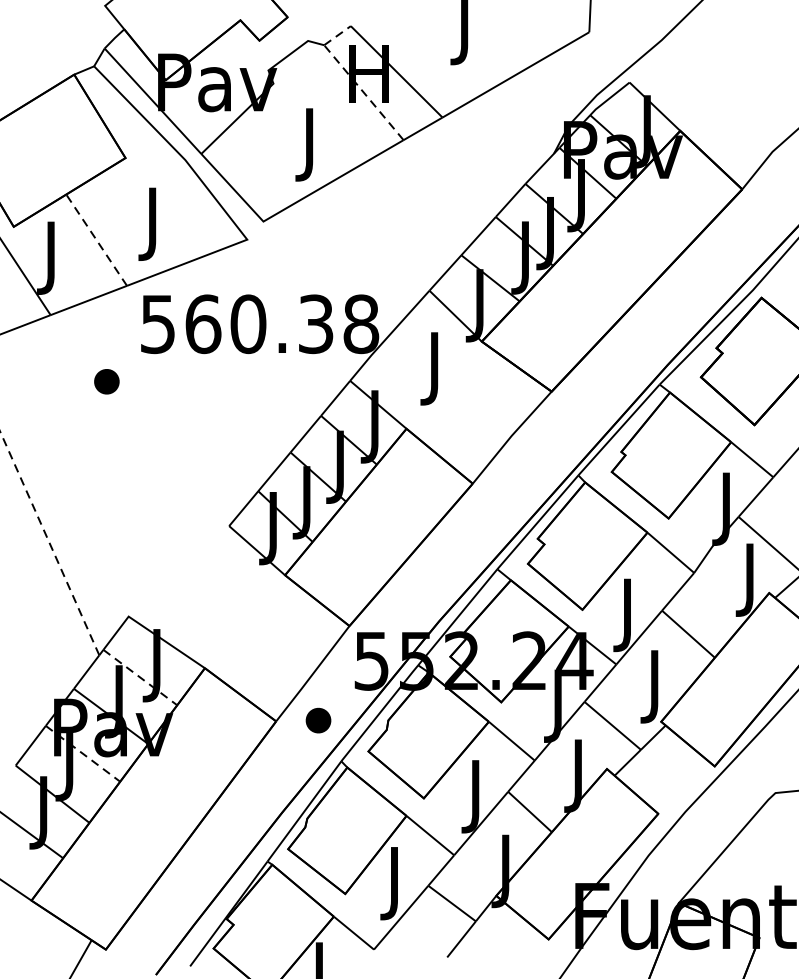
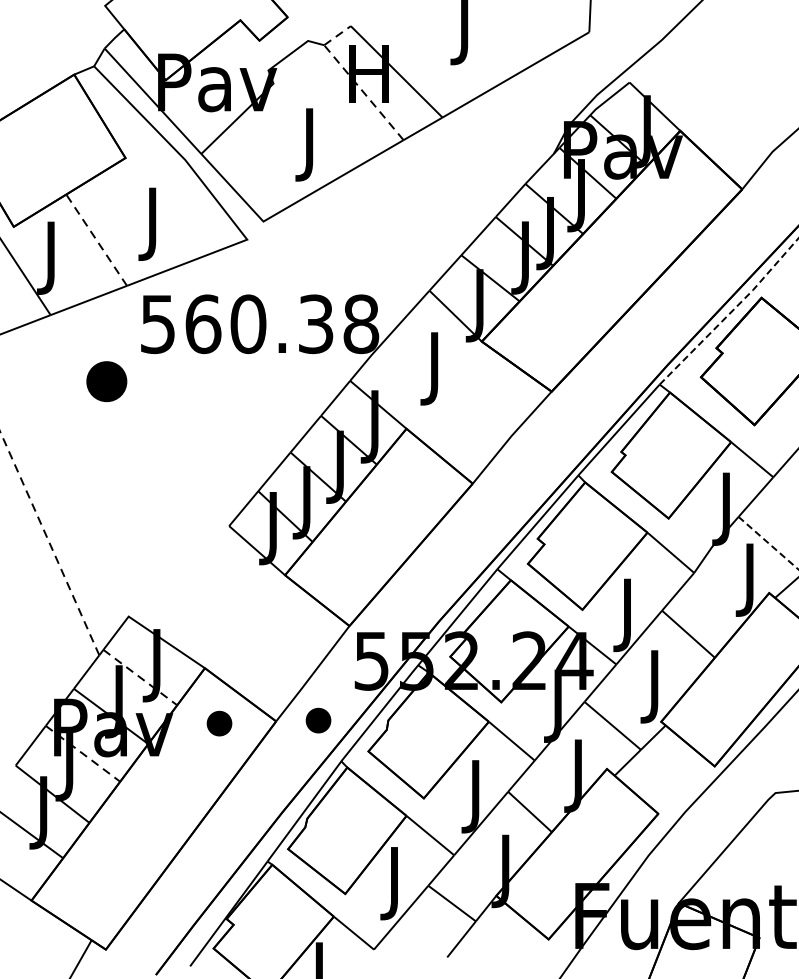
line at (731, 312): solid -> dashed
part at (106, 381) size: 26x26 px -> 42x42 px
line at (768, 543): solid -> dashed
part at (219, 723): none -> present
